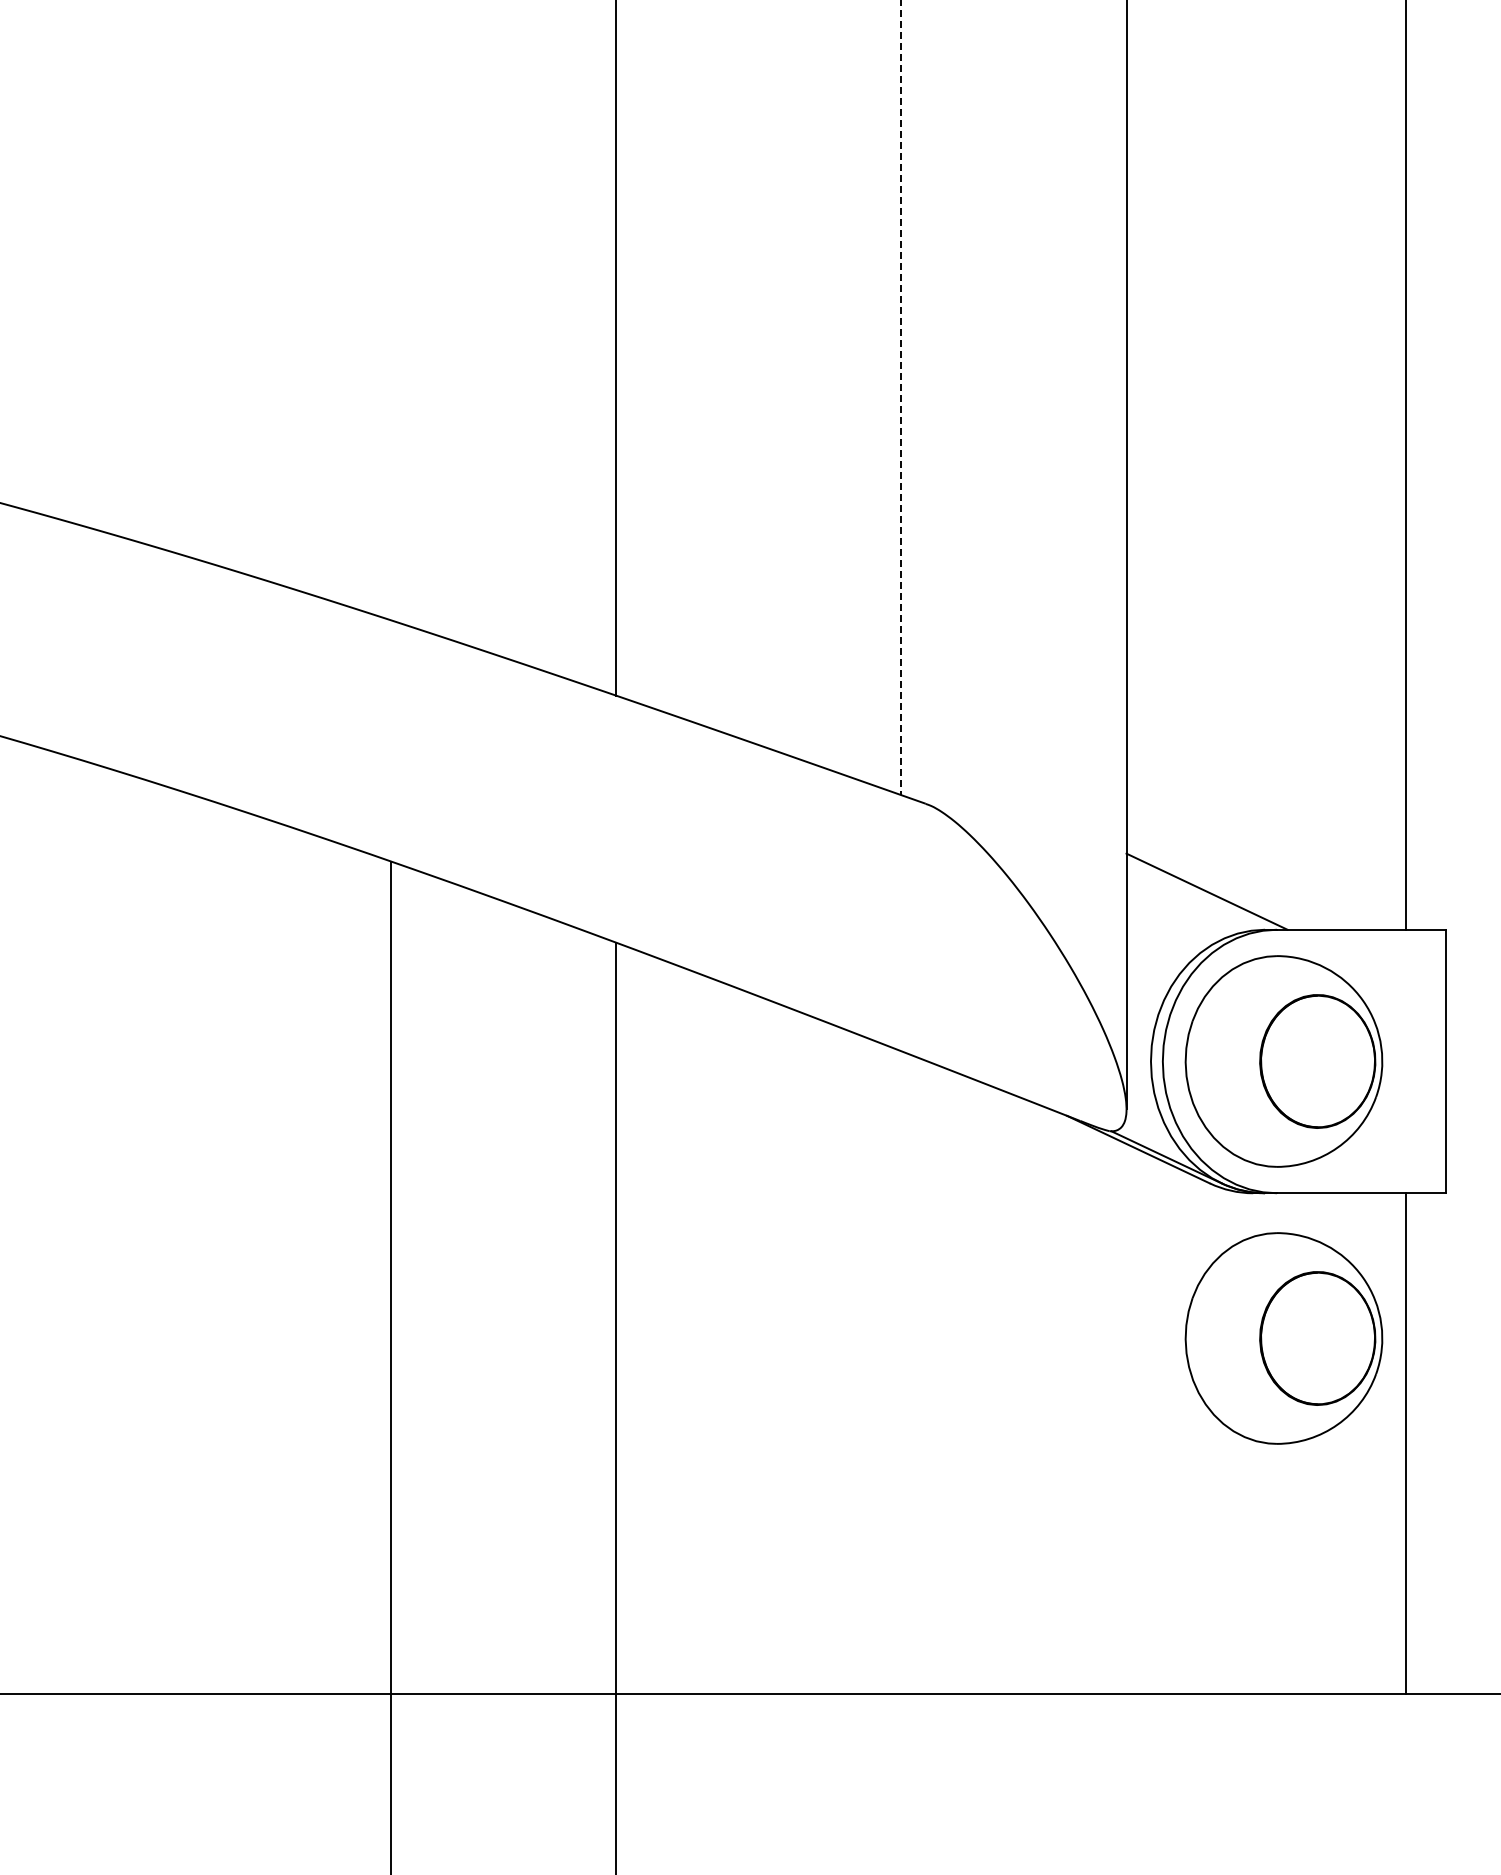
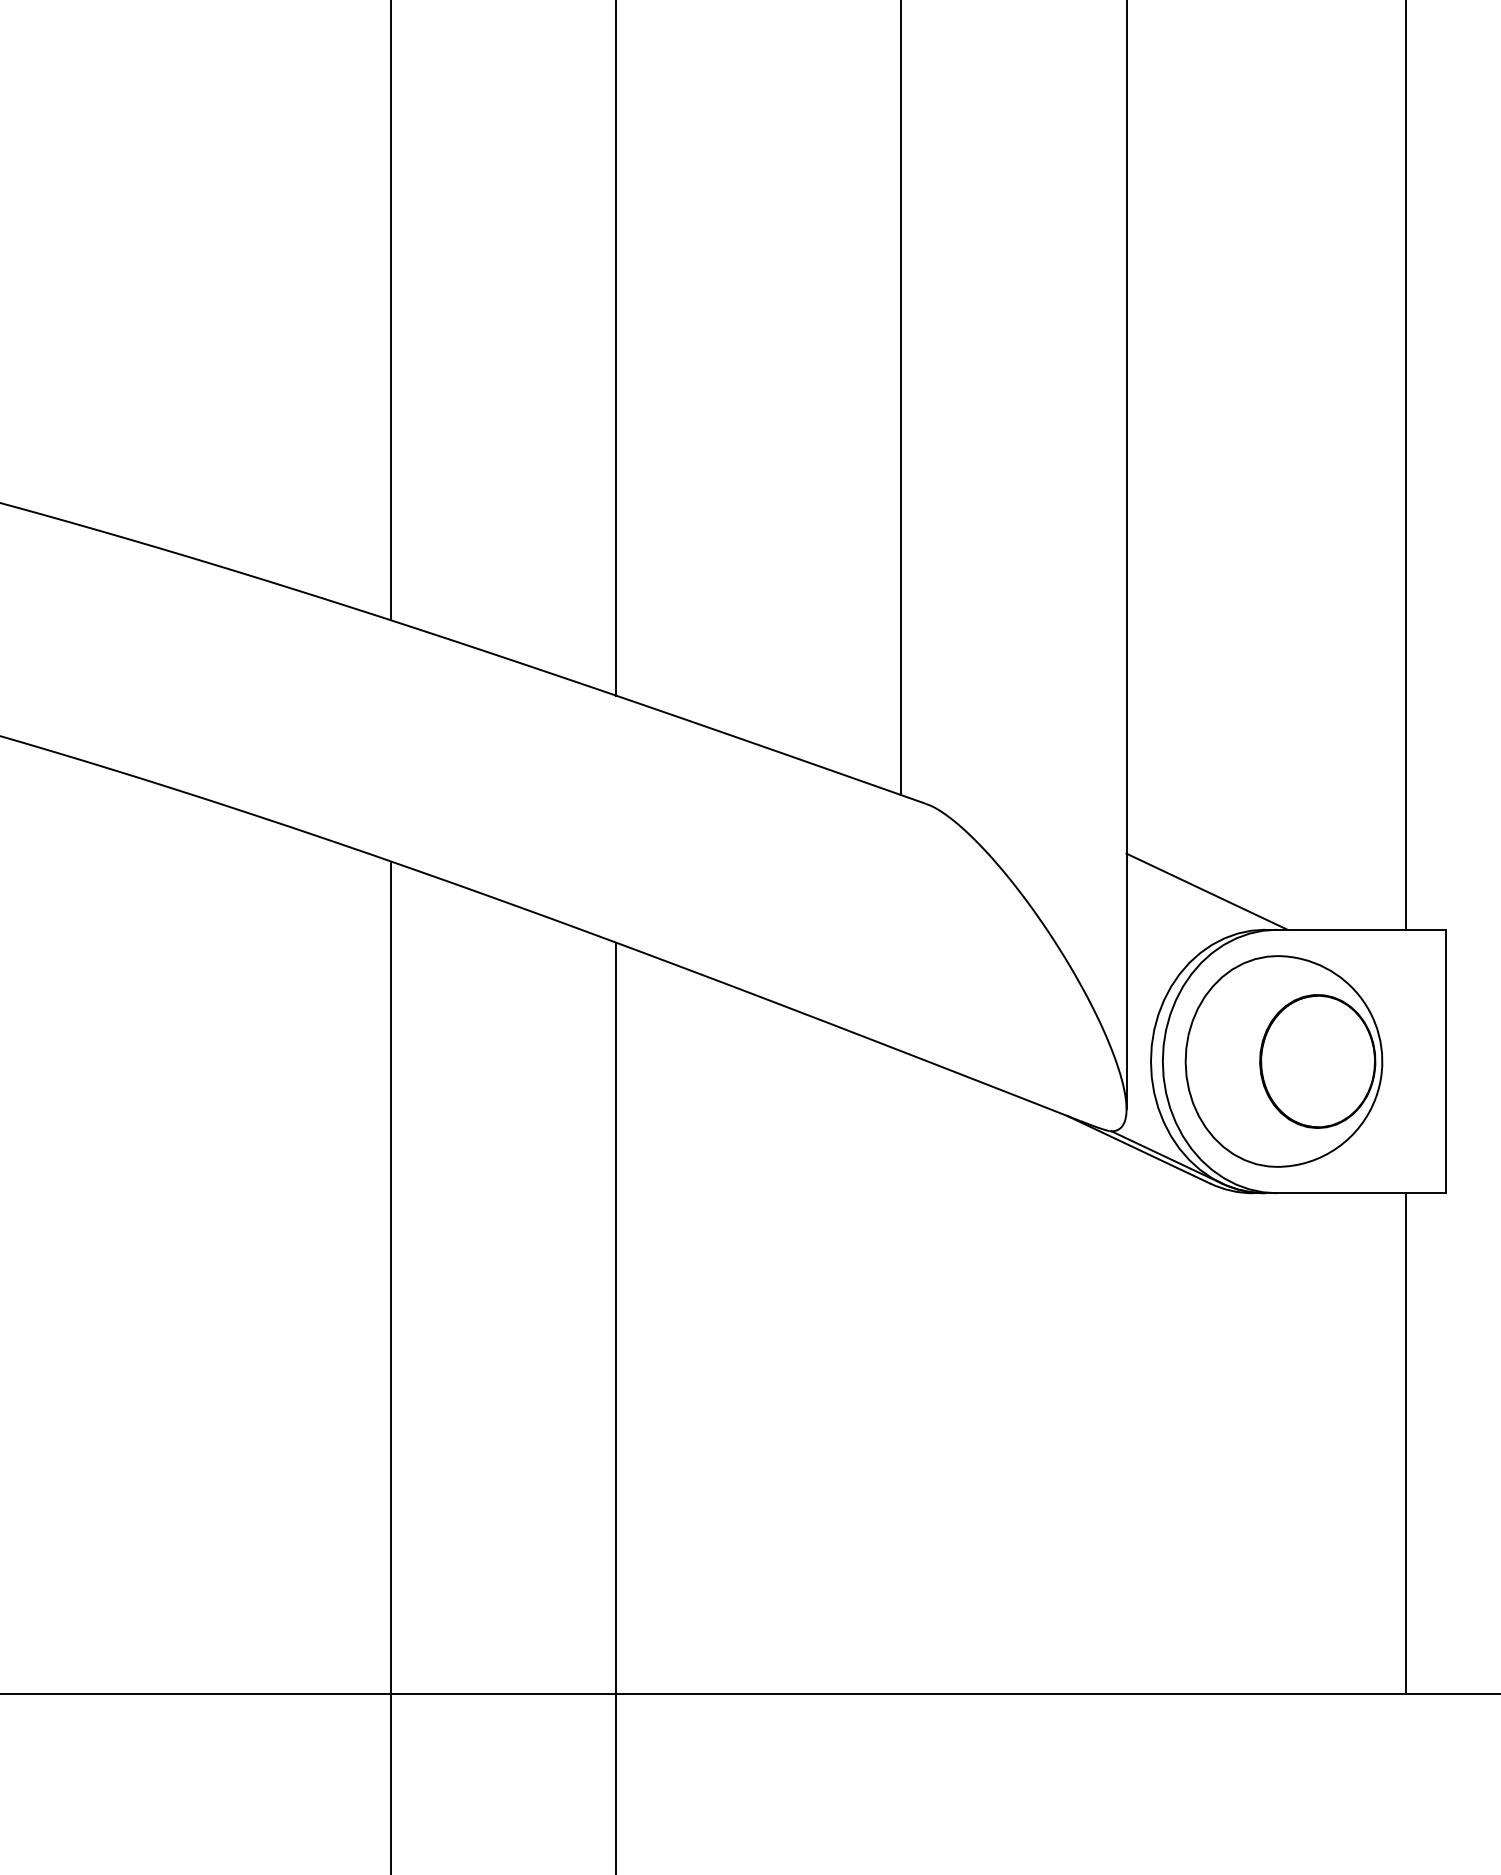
line at (391, 311): none -> present
line at (901, 398): dashed -> solid
part at (1283, 1338): present -> none
